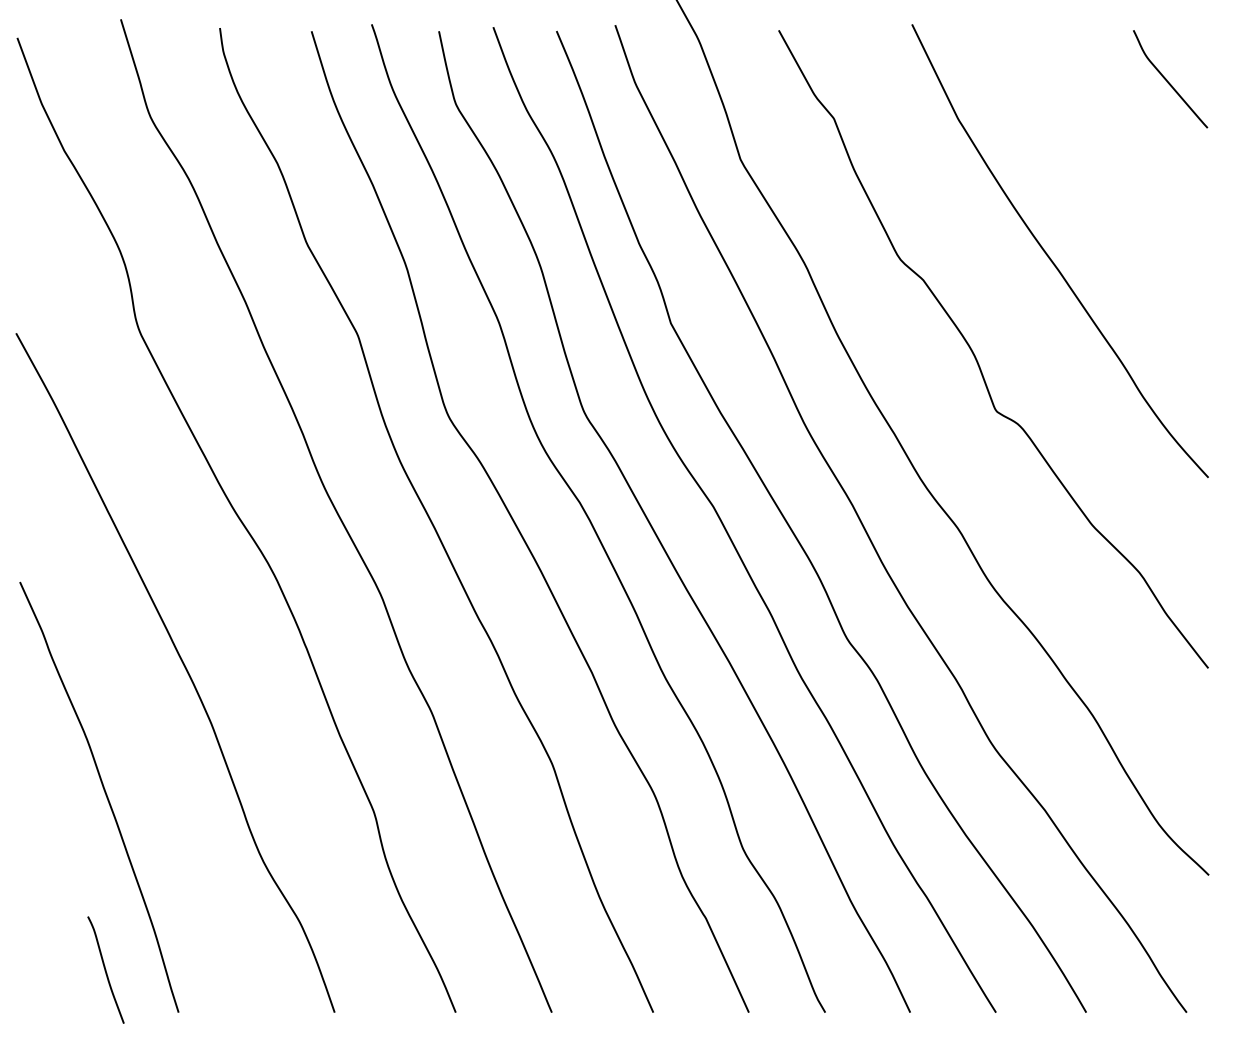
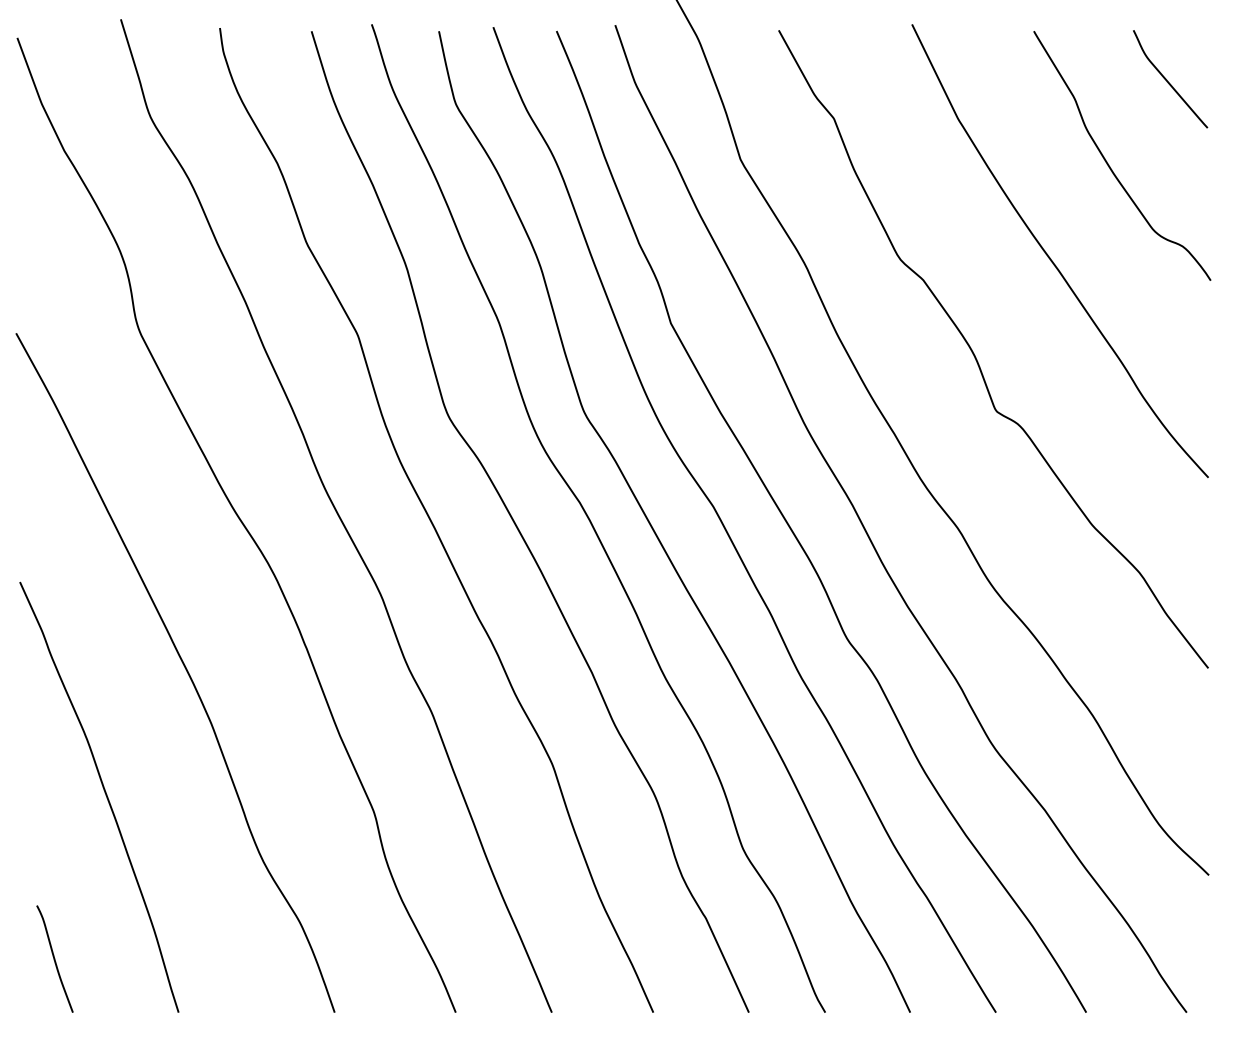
curve at (1108, 163): none -> present
curve at (105, 969) position: (105, 969) -> (54, 958)
